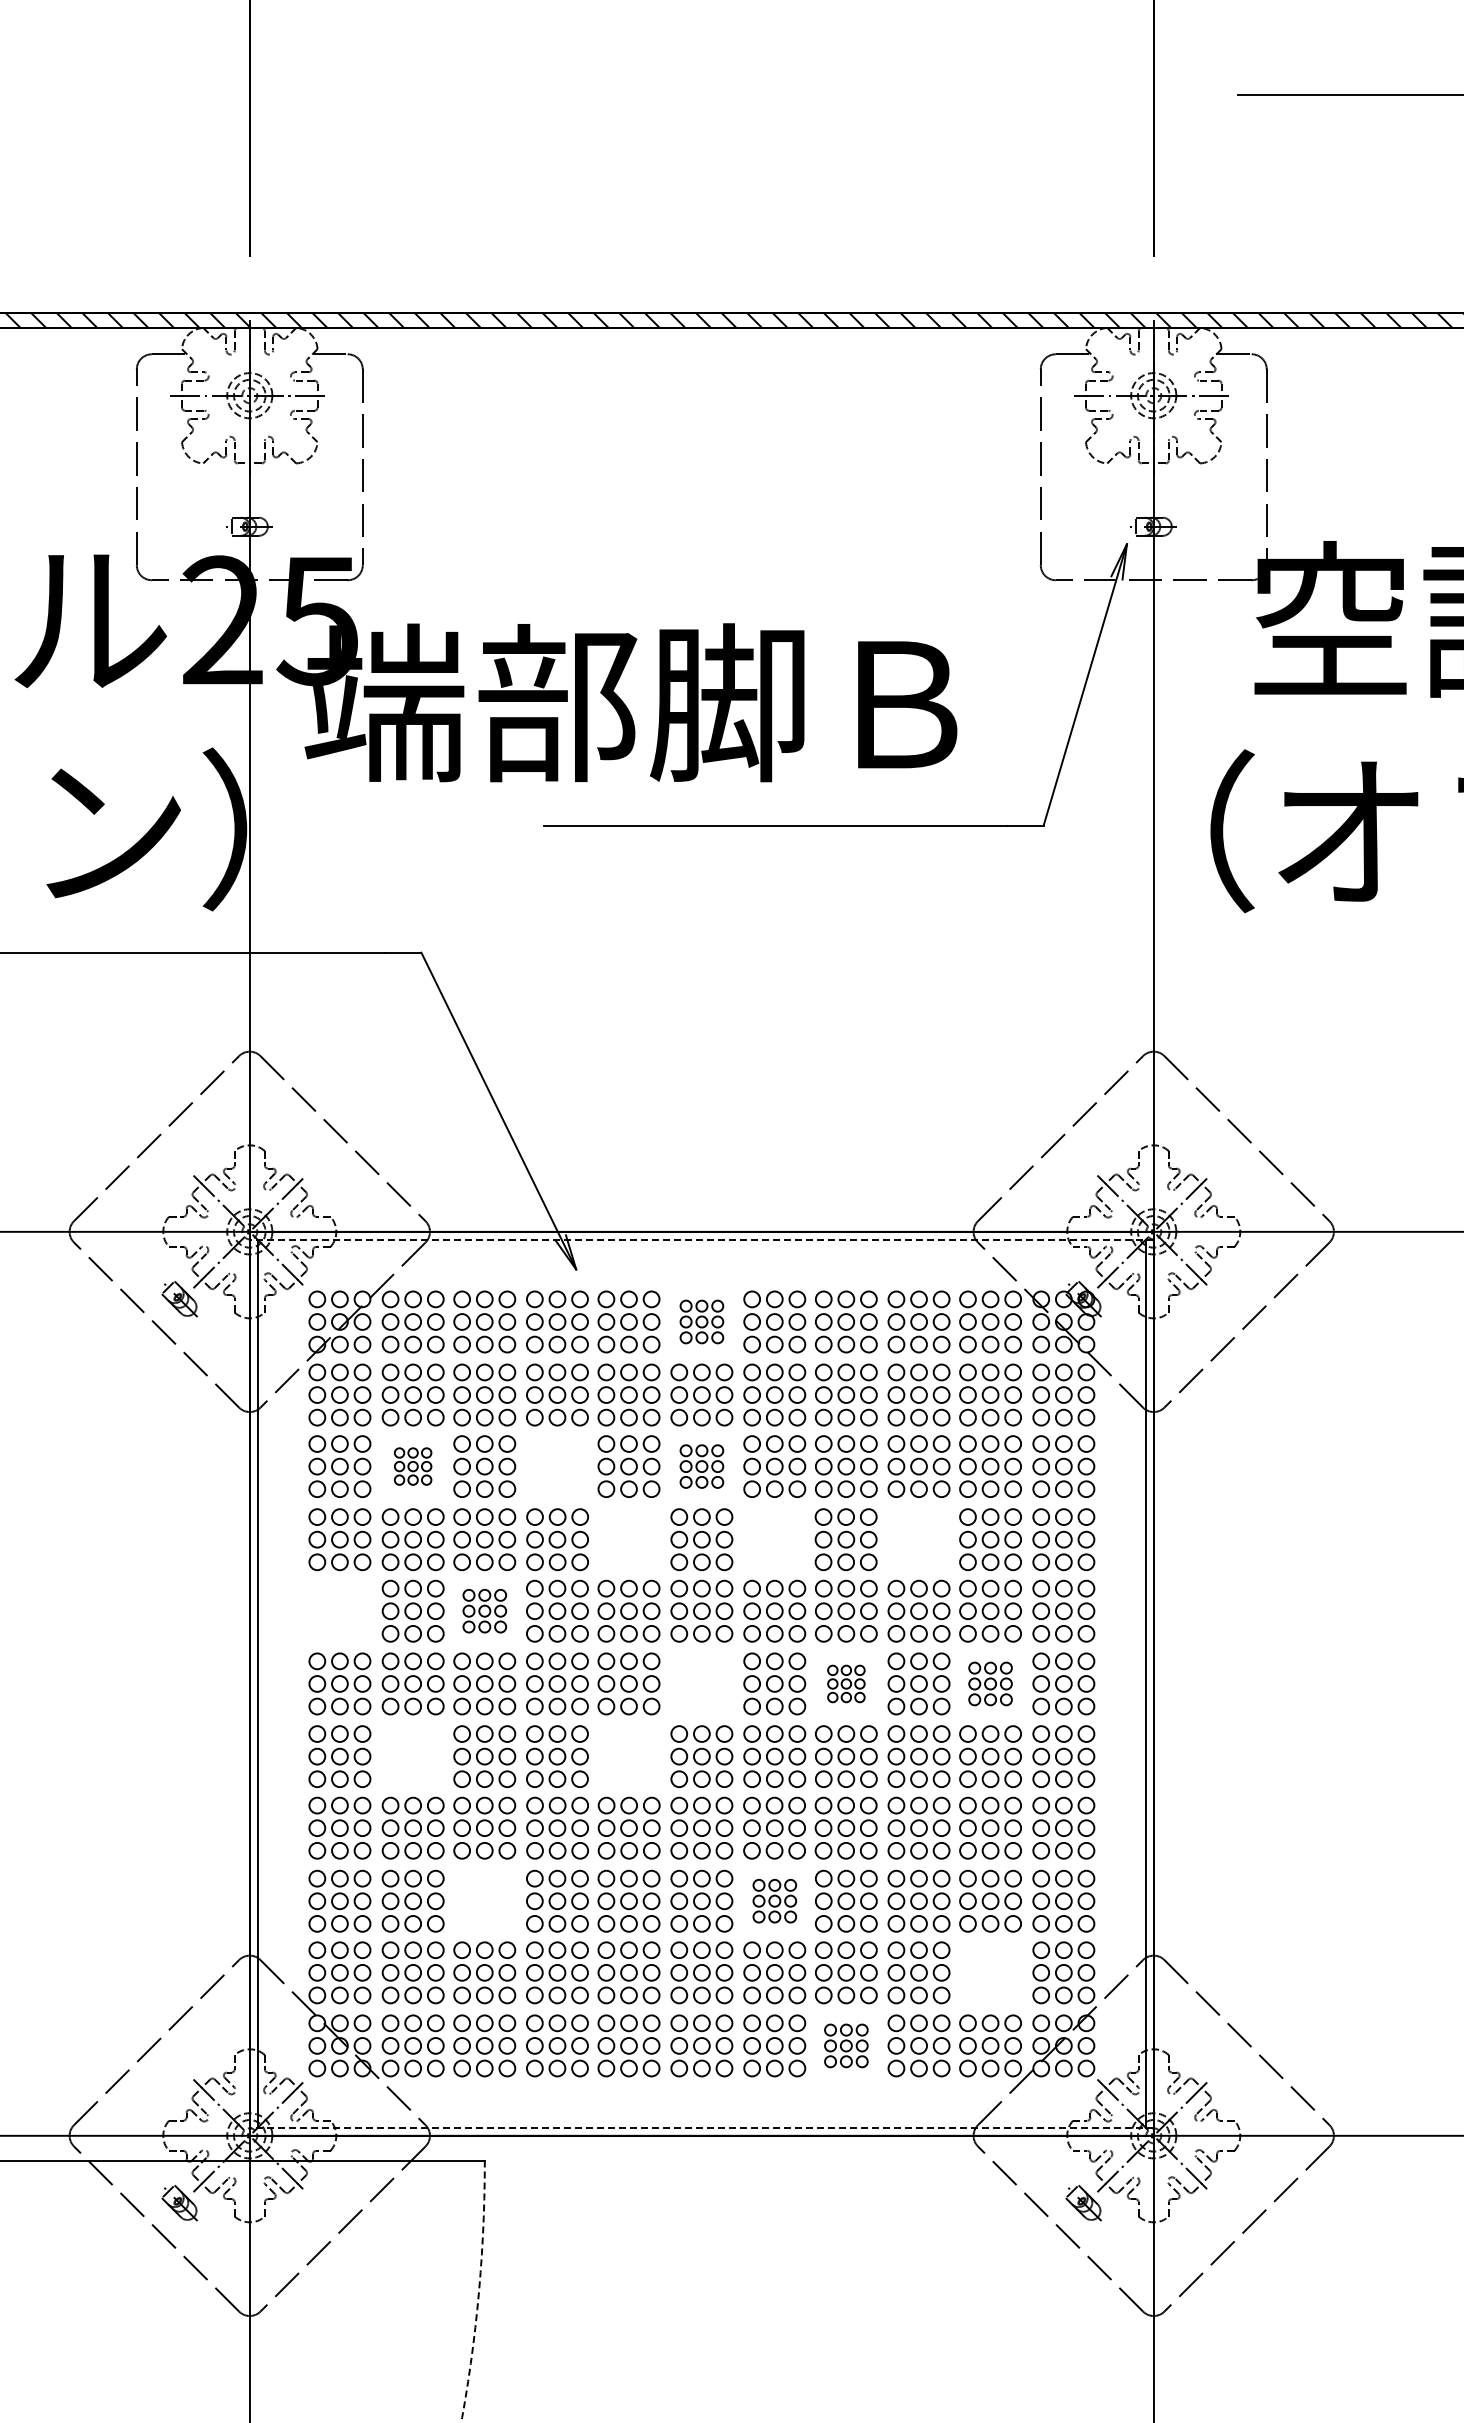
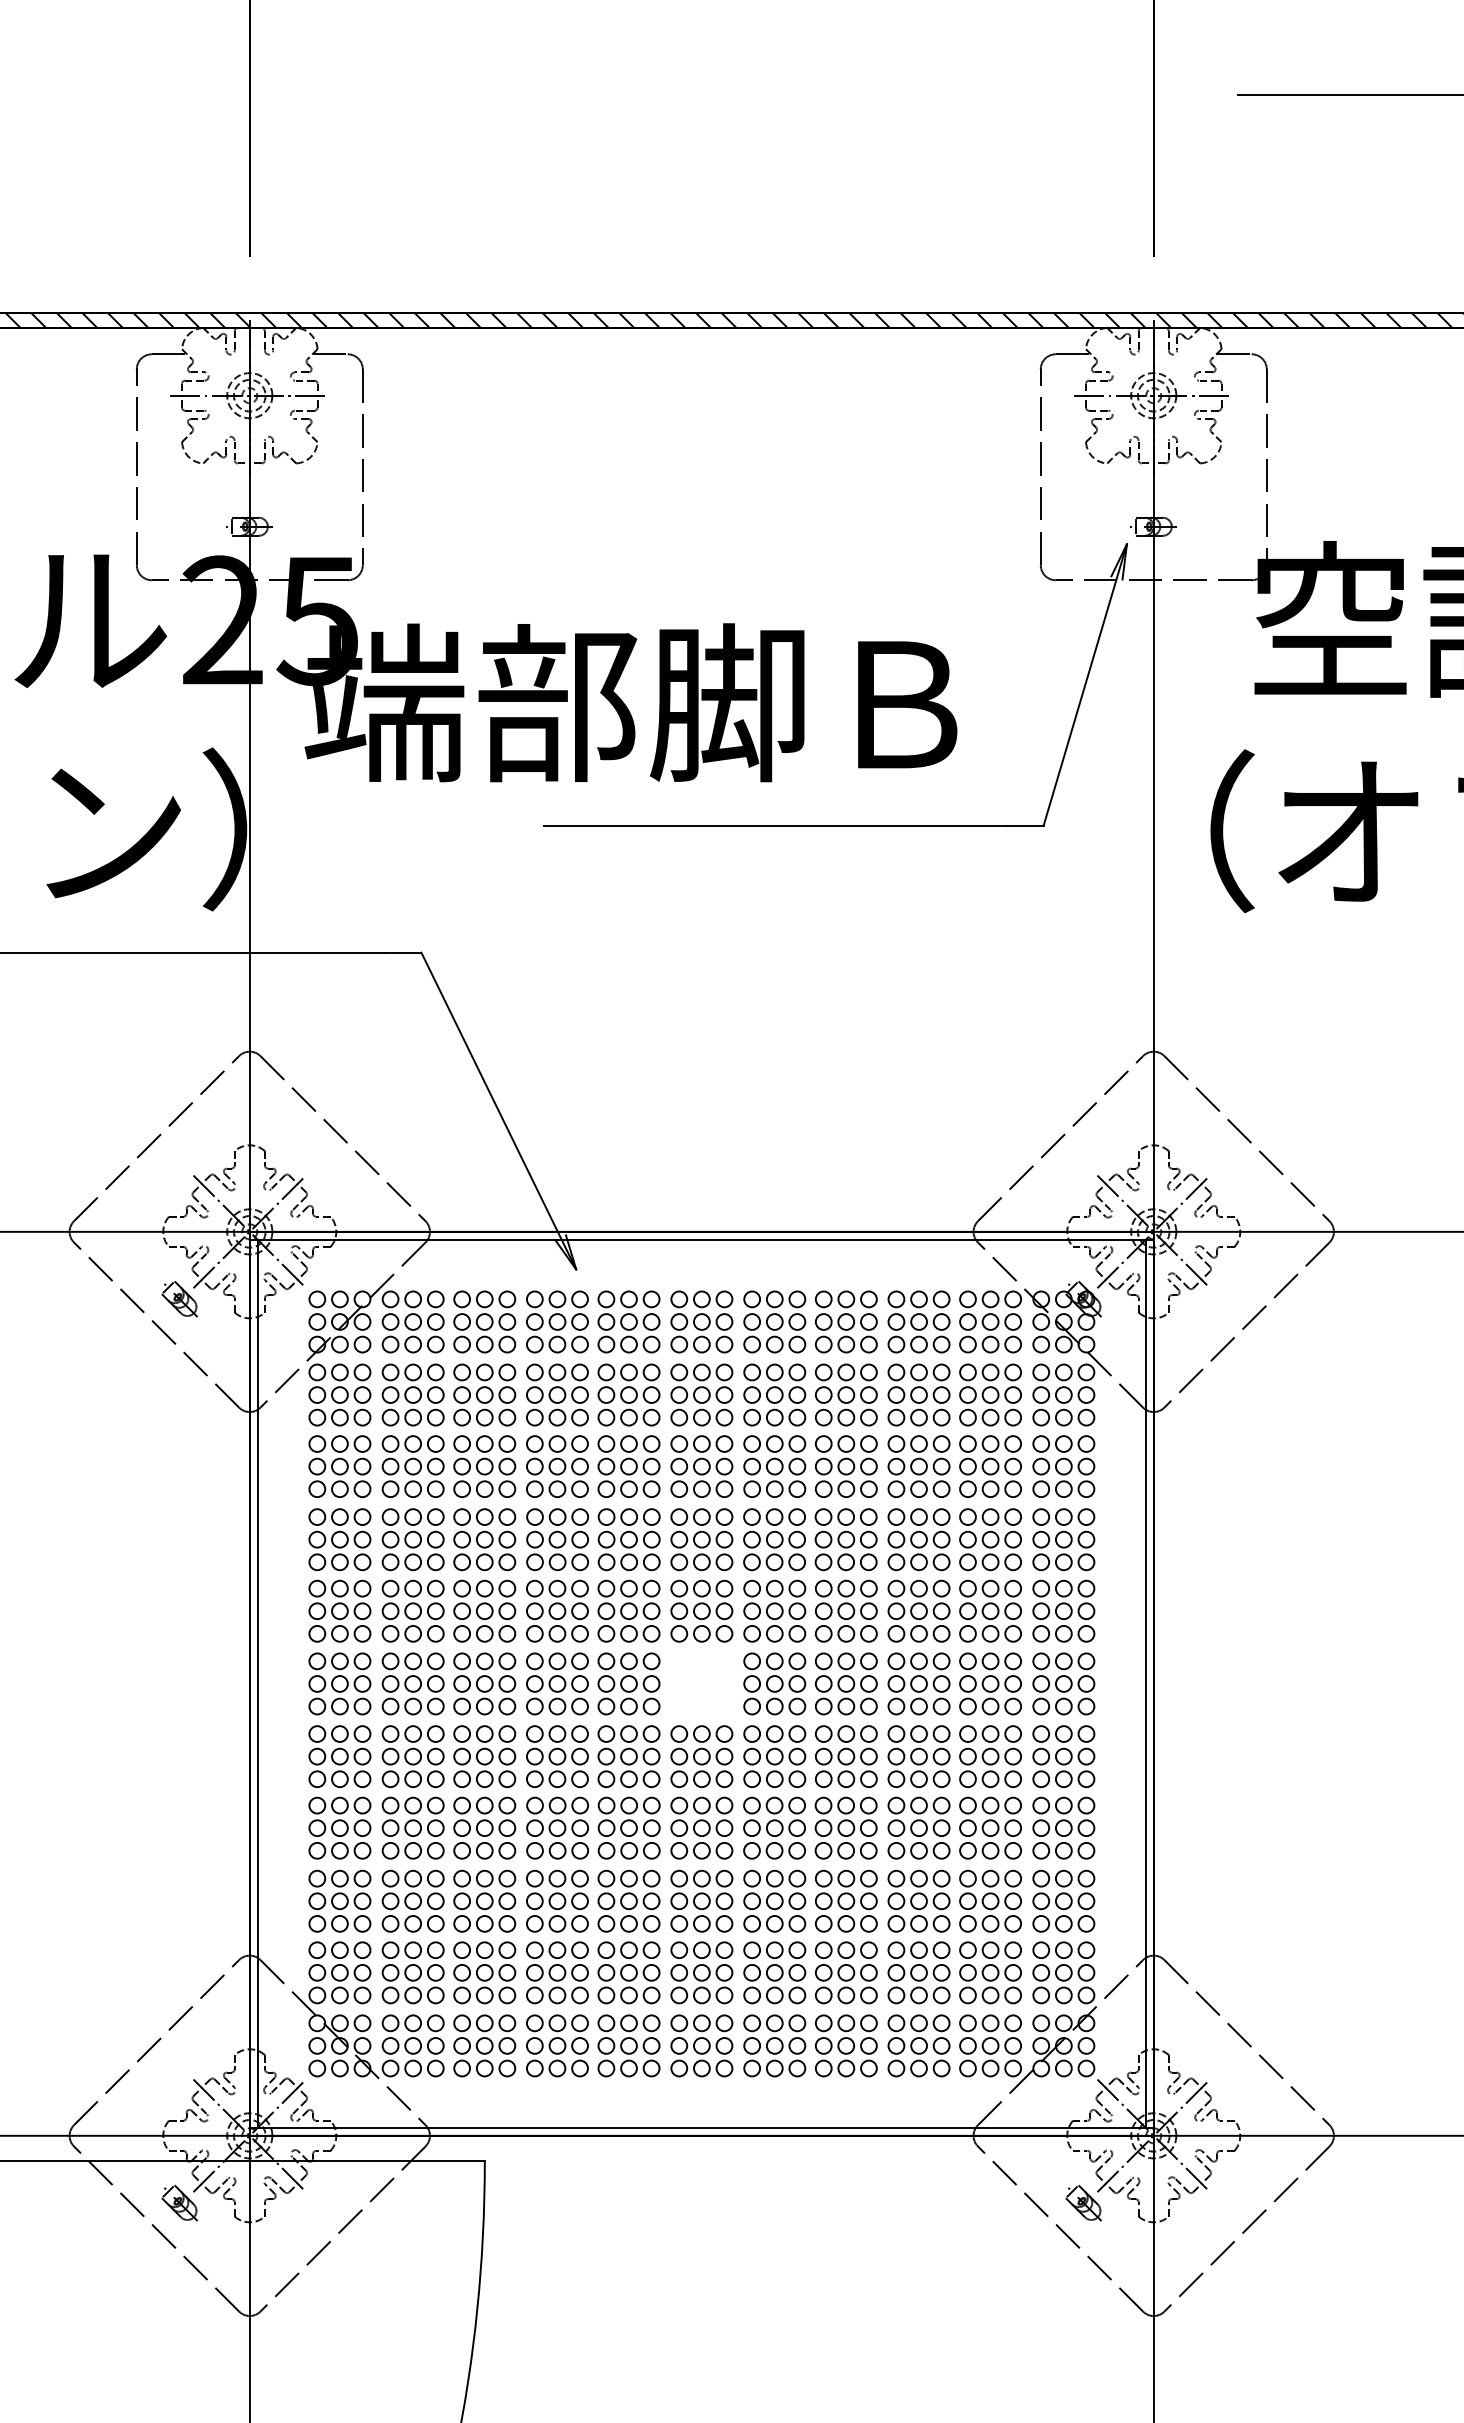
line at (701, 1239): dashed -> solid
part at (701, 1321) size: 46x46 px -> 64x64 px
part at (412, 1466) size: 40x39 px -> 64x63 px
part at (557, 1466): none -> present
part at (701, 1466) size: 46x45 px -> 64x63 px
part at (628, 1539): none -> present
part at (774, 1539): none -> present
part at (918, 1539): none -> present
part at (339, 1610): none -> present
part at (484, 1611) size: 46x45 px -> 64x64 px
part at (846, 1683) size: 39x40 px -> 63x64 px
part at (990, 1683) size: 45x46 px -> 63x64 px
part at (412, 1756): none -> present
part at (628, 1756): none -> present
part at (484, 1900): none -> present
part at (774, 1901) size: 46x45 px -> 64x64 px
part at (990, 1972): none -> present
part at (846, 2045) size: 45x46 px -> 63x64 px
line at (701, 2128): dashed -> solid
arc at (478, 2292): dashed -> solid
